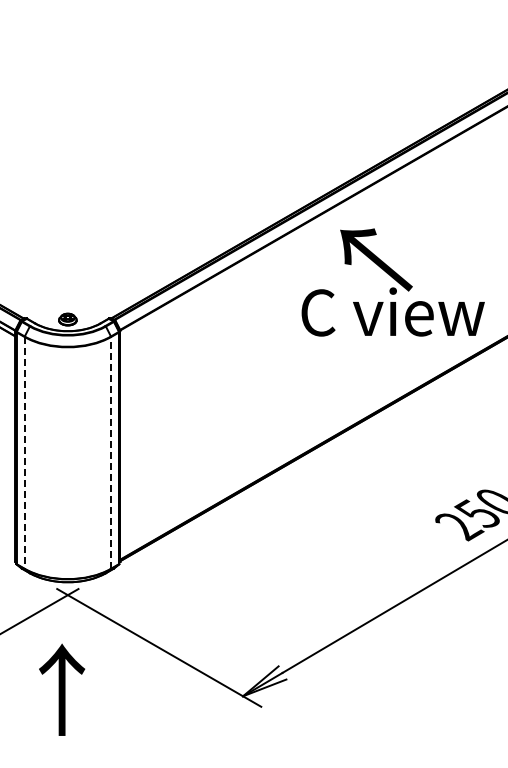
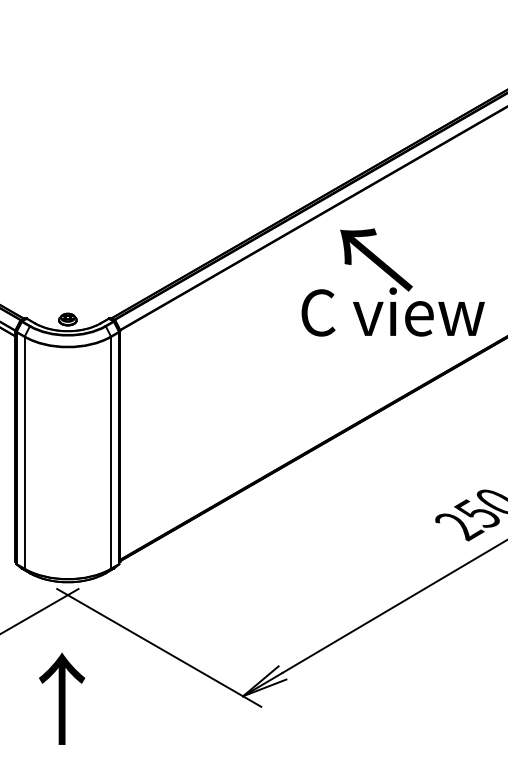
line at (24, 452): dashed -> solid
line at (111, 452): dashed -> solid
text at (62, 689) position: (62, 689) -> (62, 698)
